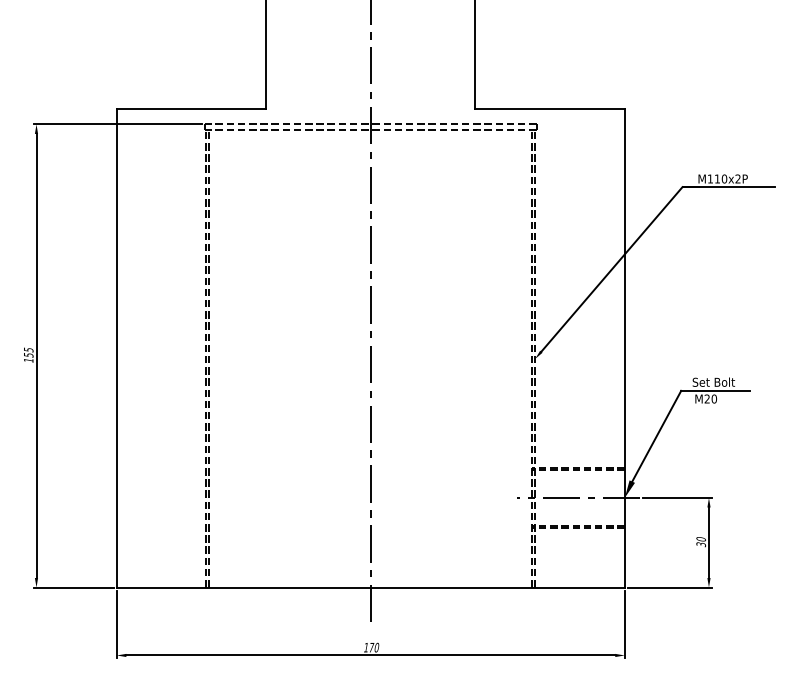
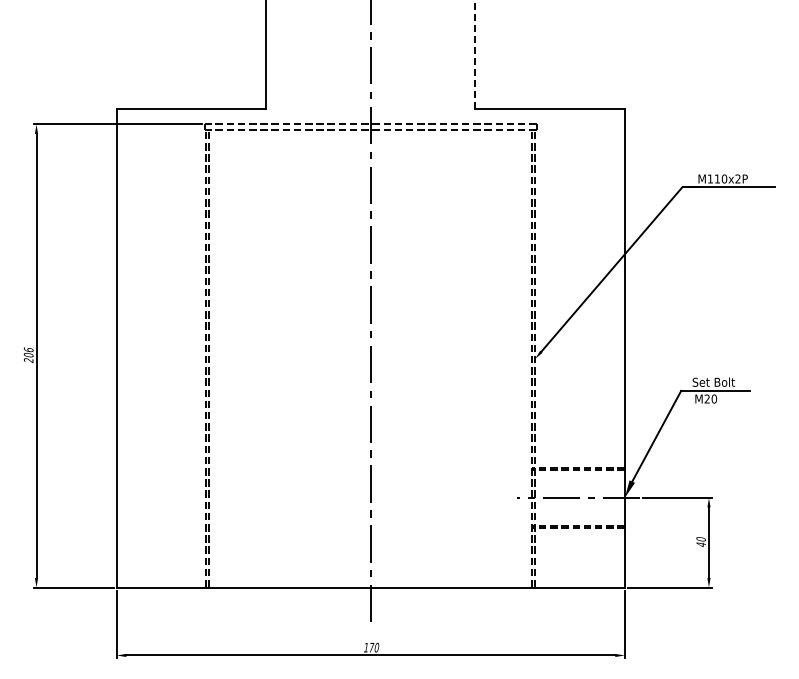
line at (475, 54): solid -> dashed
text at (28, 355): 155 -> 206
text at (701, 544): 30 -> 40
